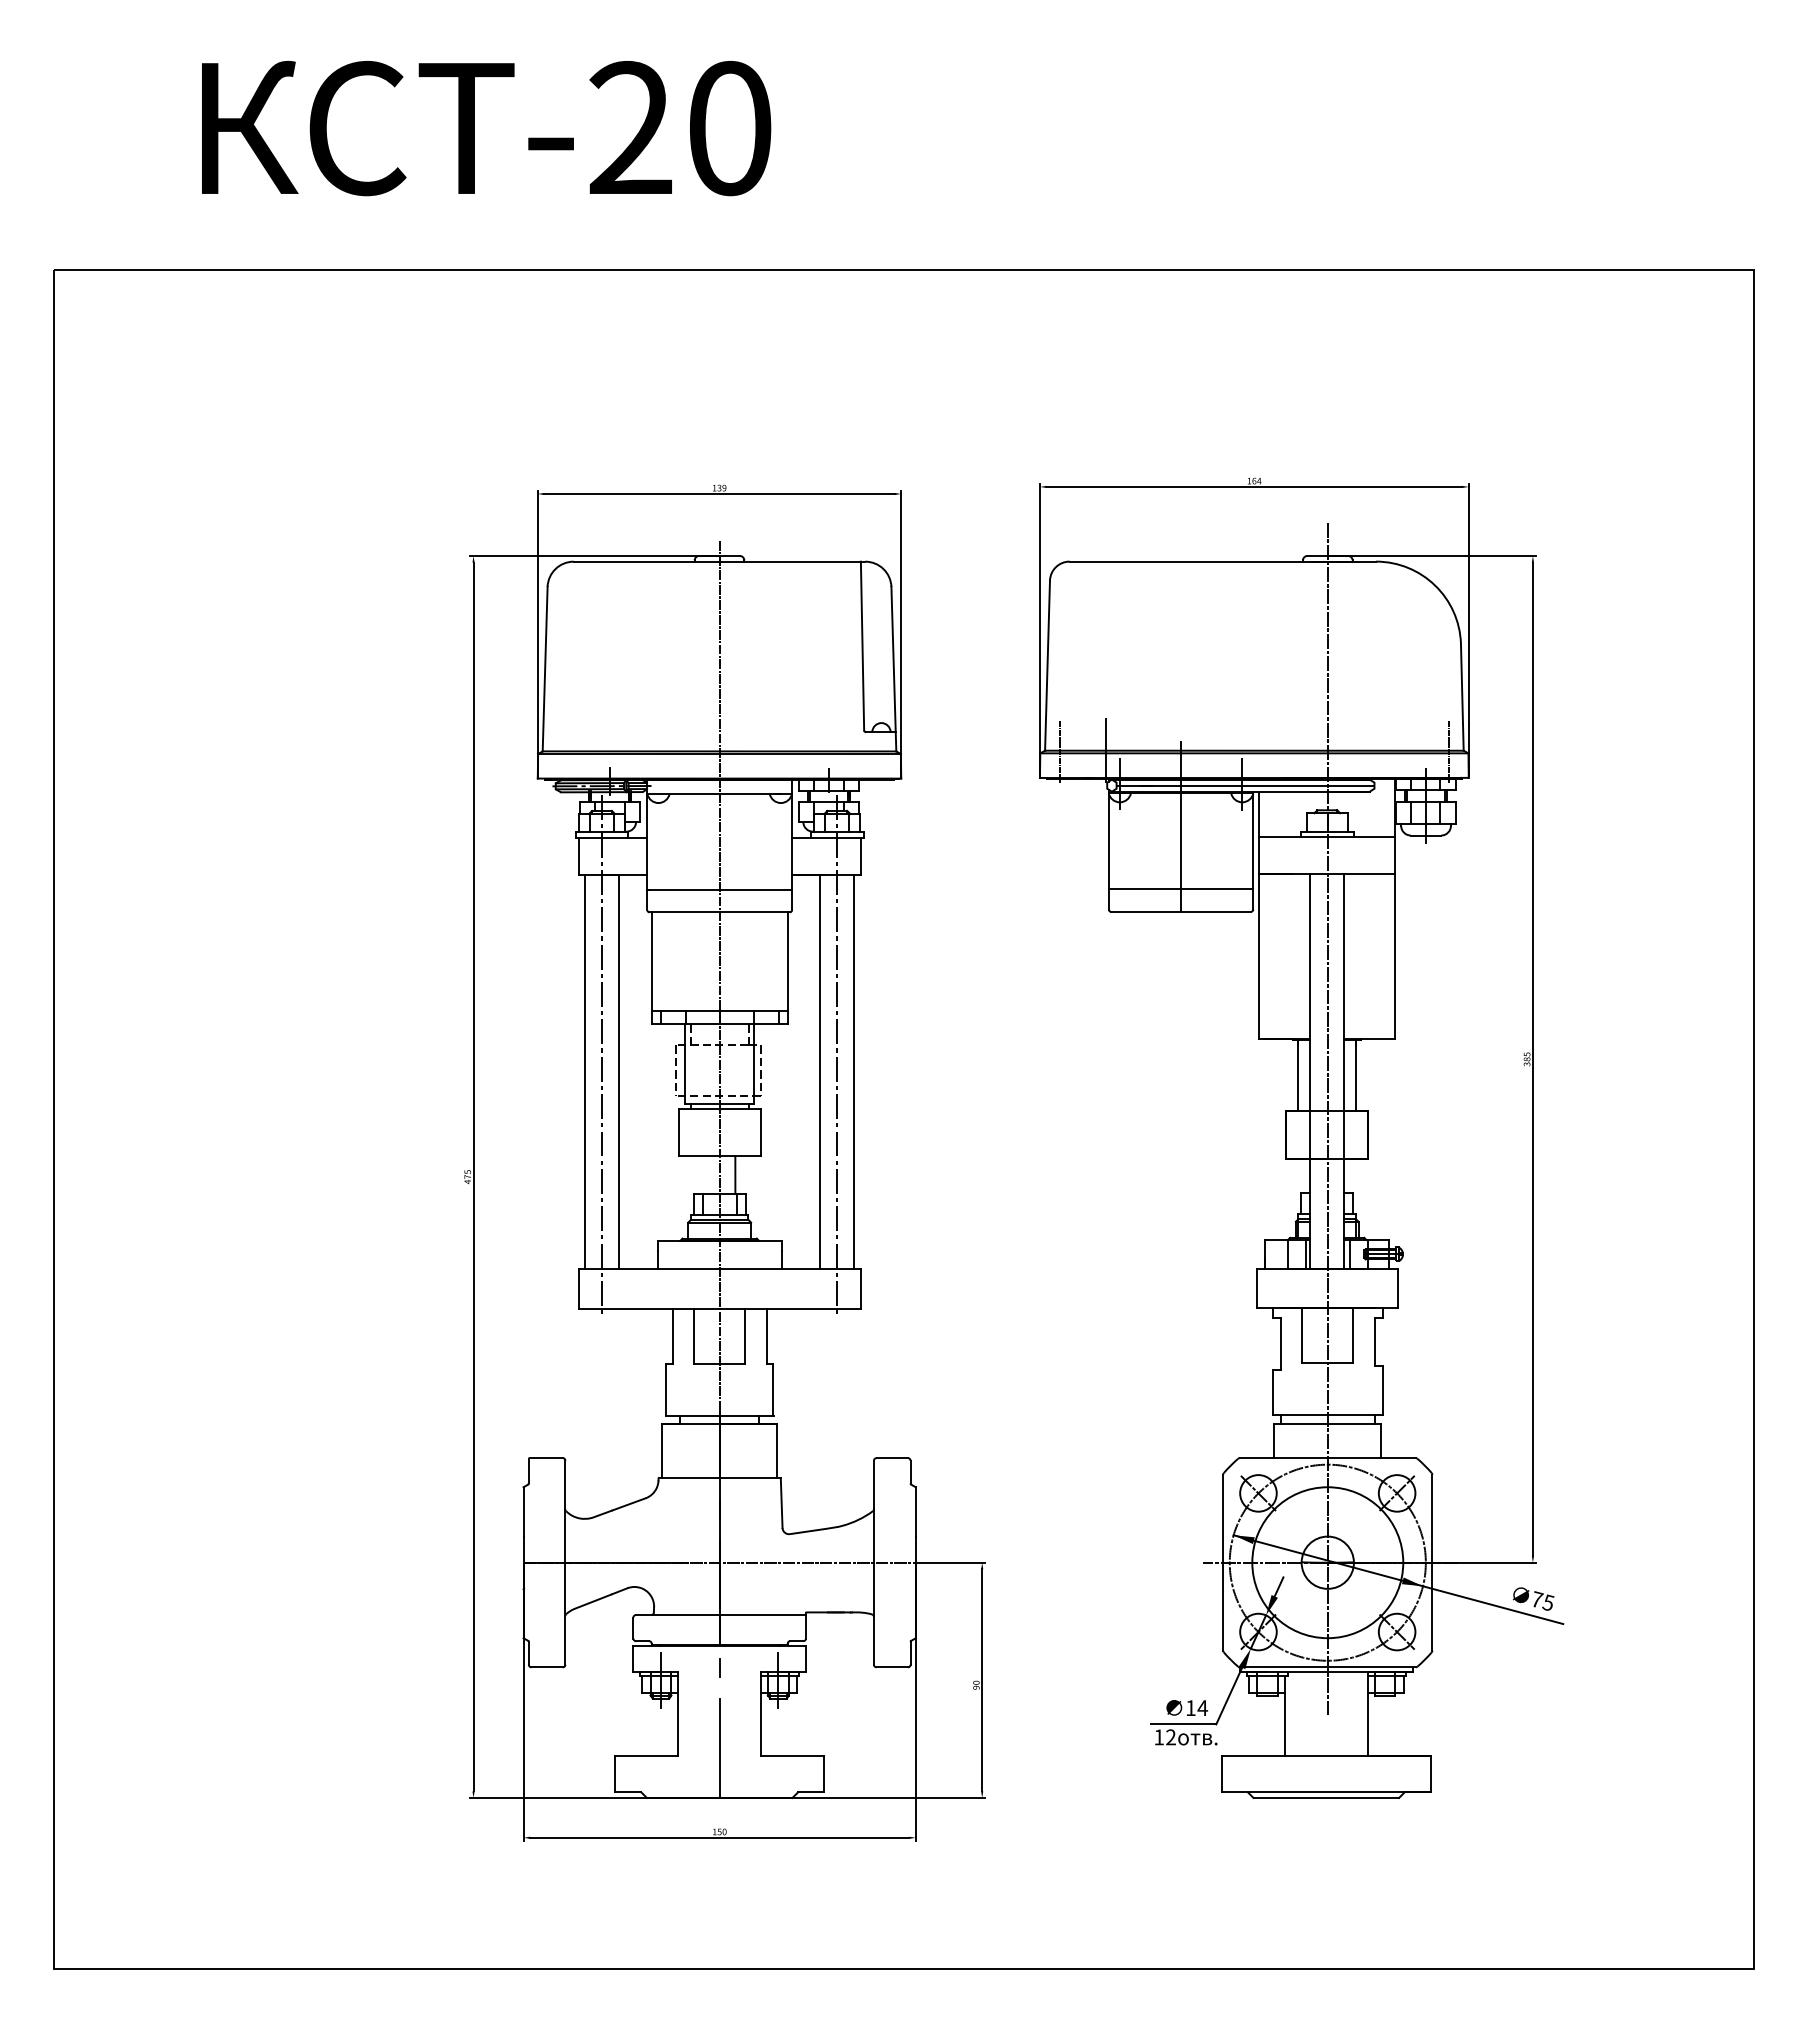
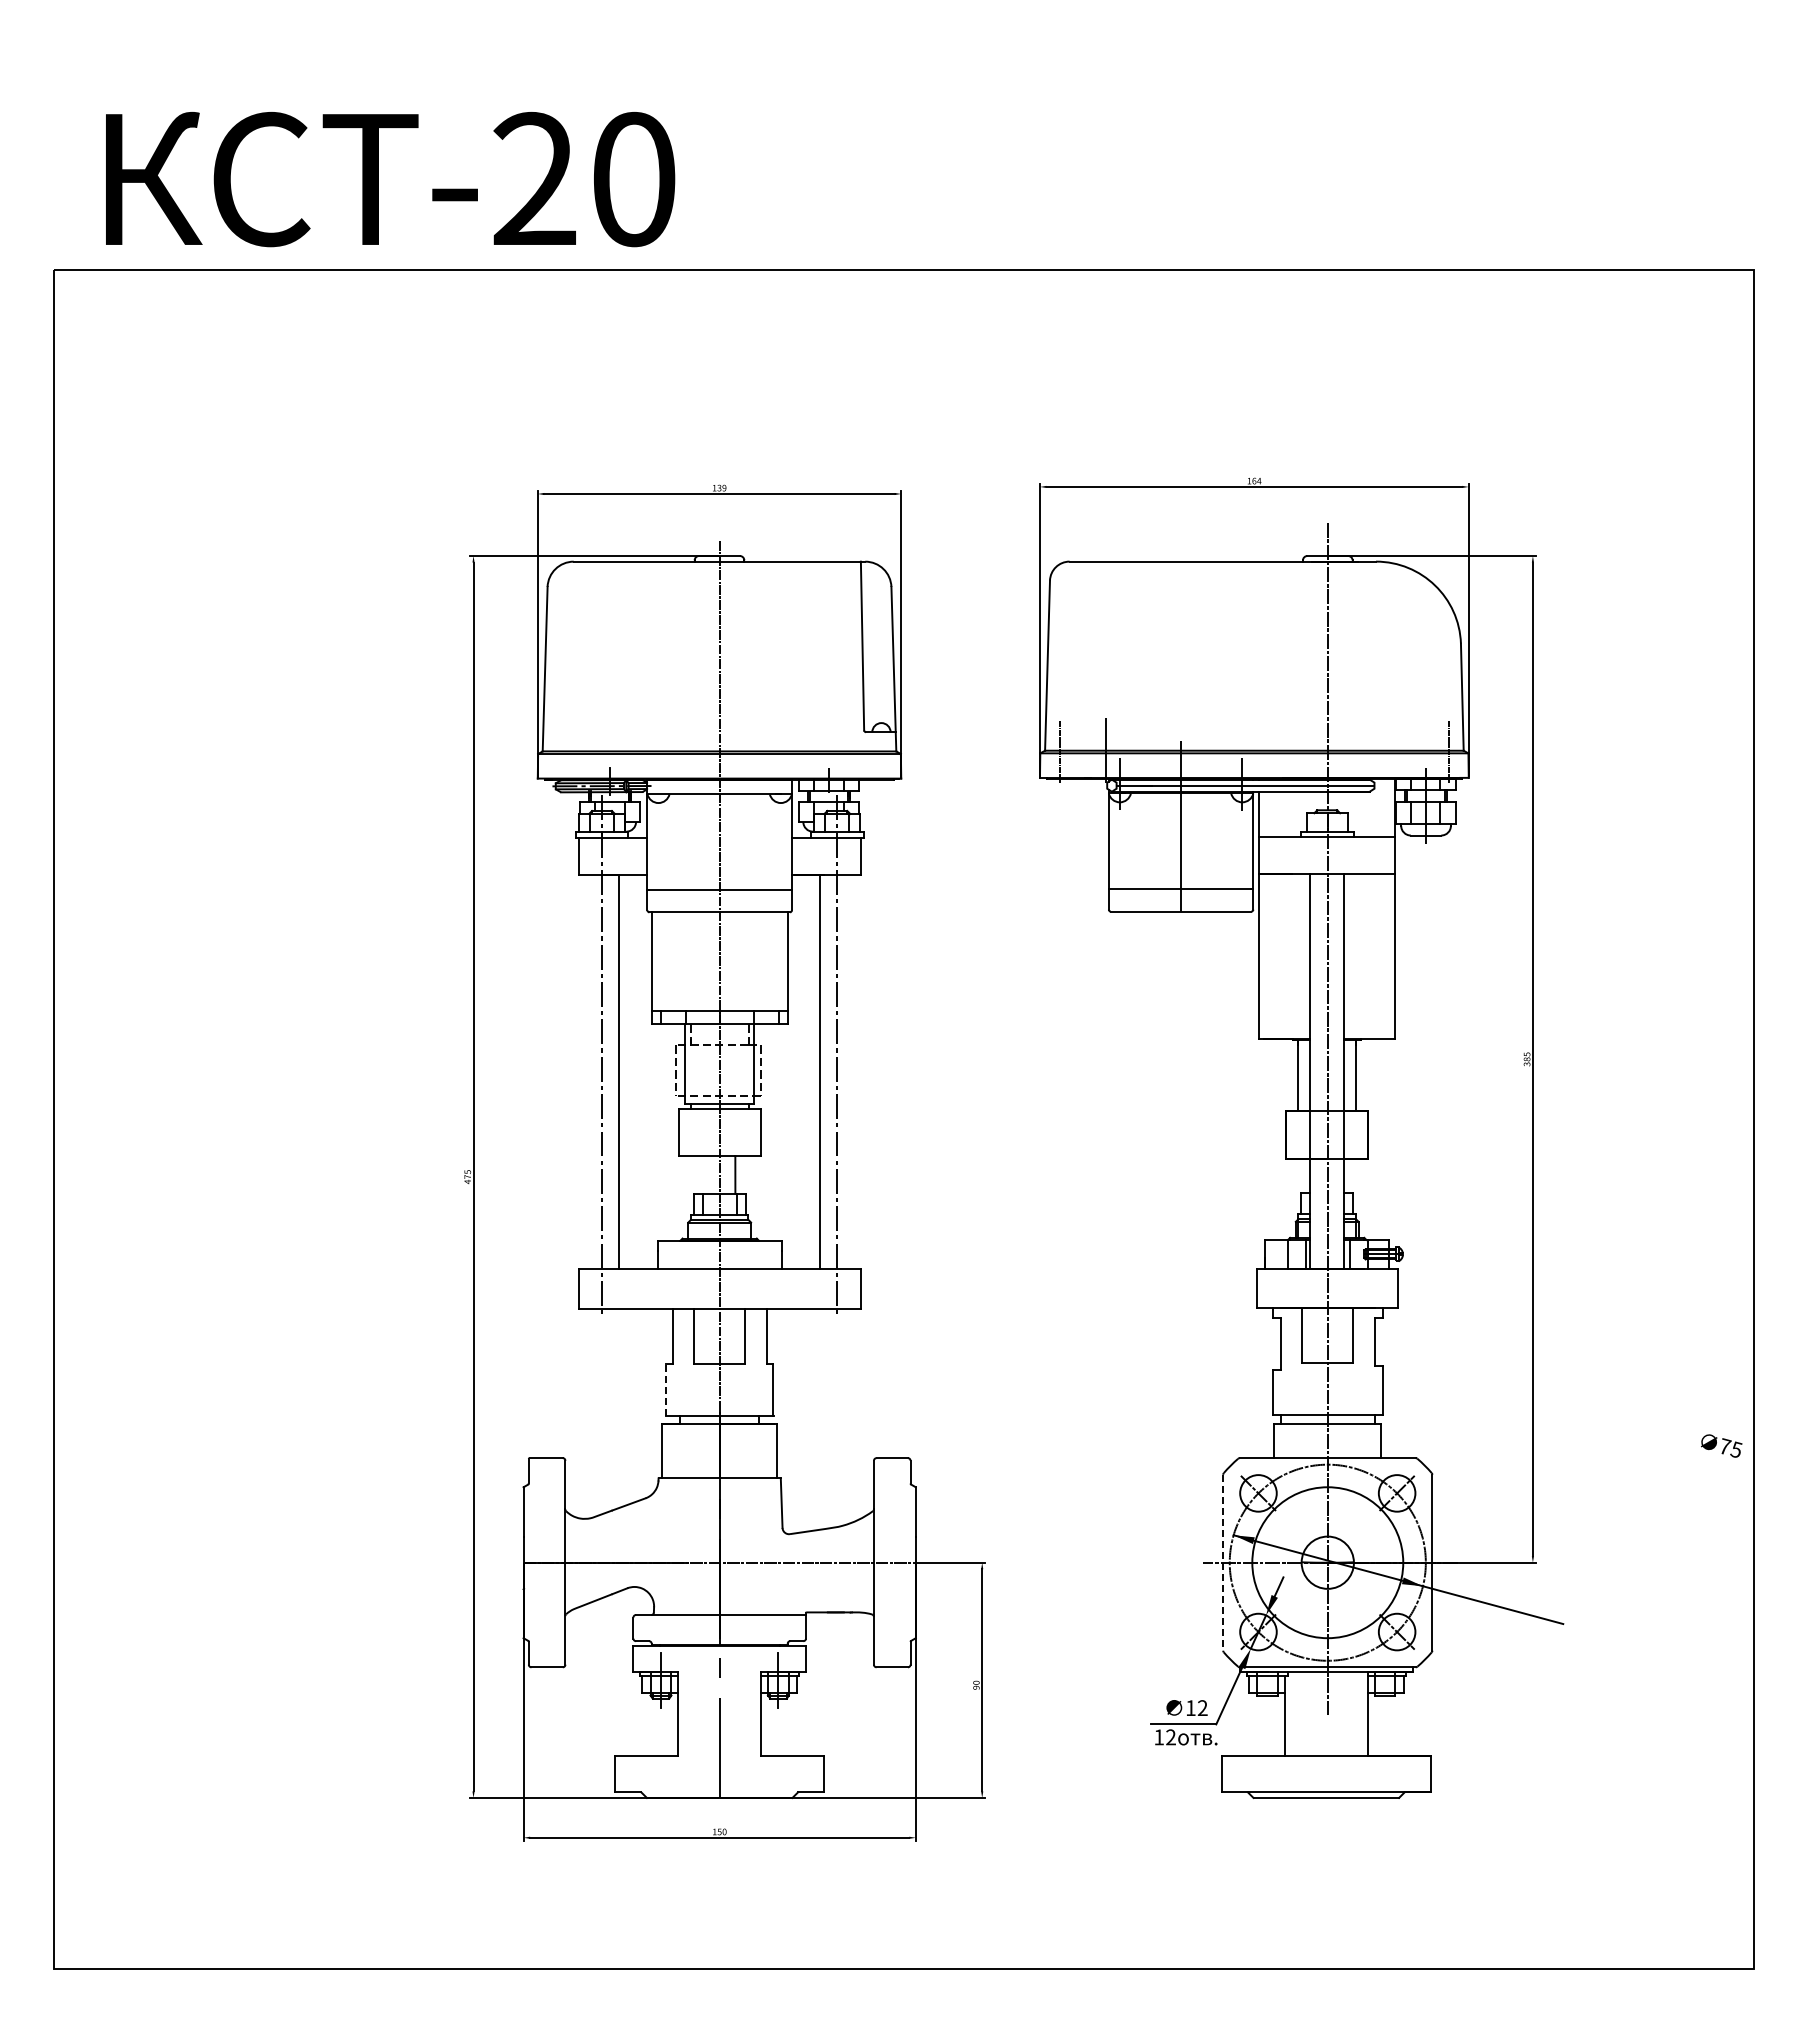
text at (486, 128) position: (486, 128) -> (390, 179)
line at (585, 1072): present -> none
line at (854, 1072): present -> none
line at (666, 1389): solid -> dashed
line at (1223, 1562): solid -> dashed
text at (1533, 1598) position: (1533, 1598) -> (1721, 1445)
text at (1202, 1707): 14 -> 12
